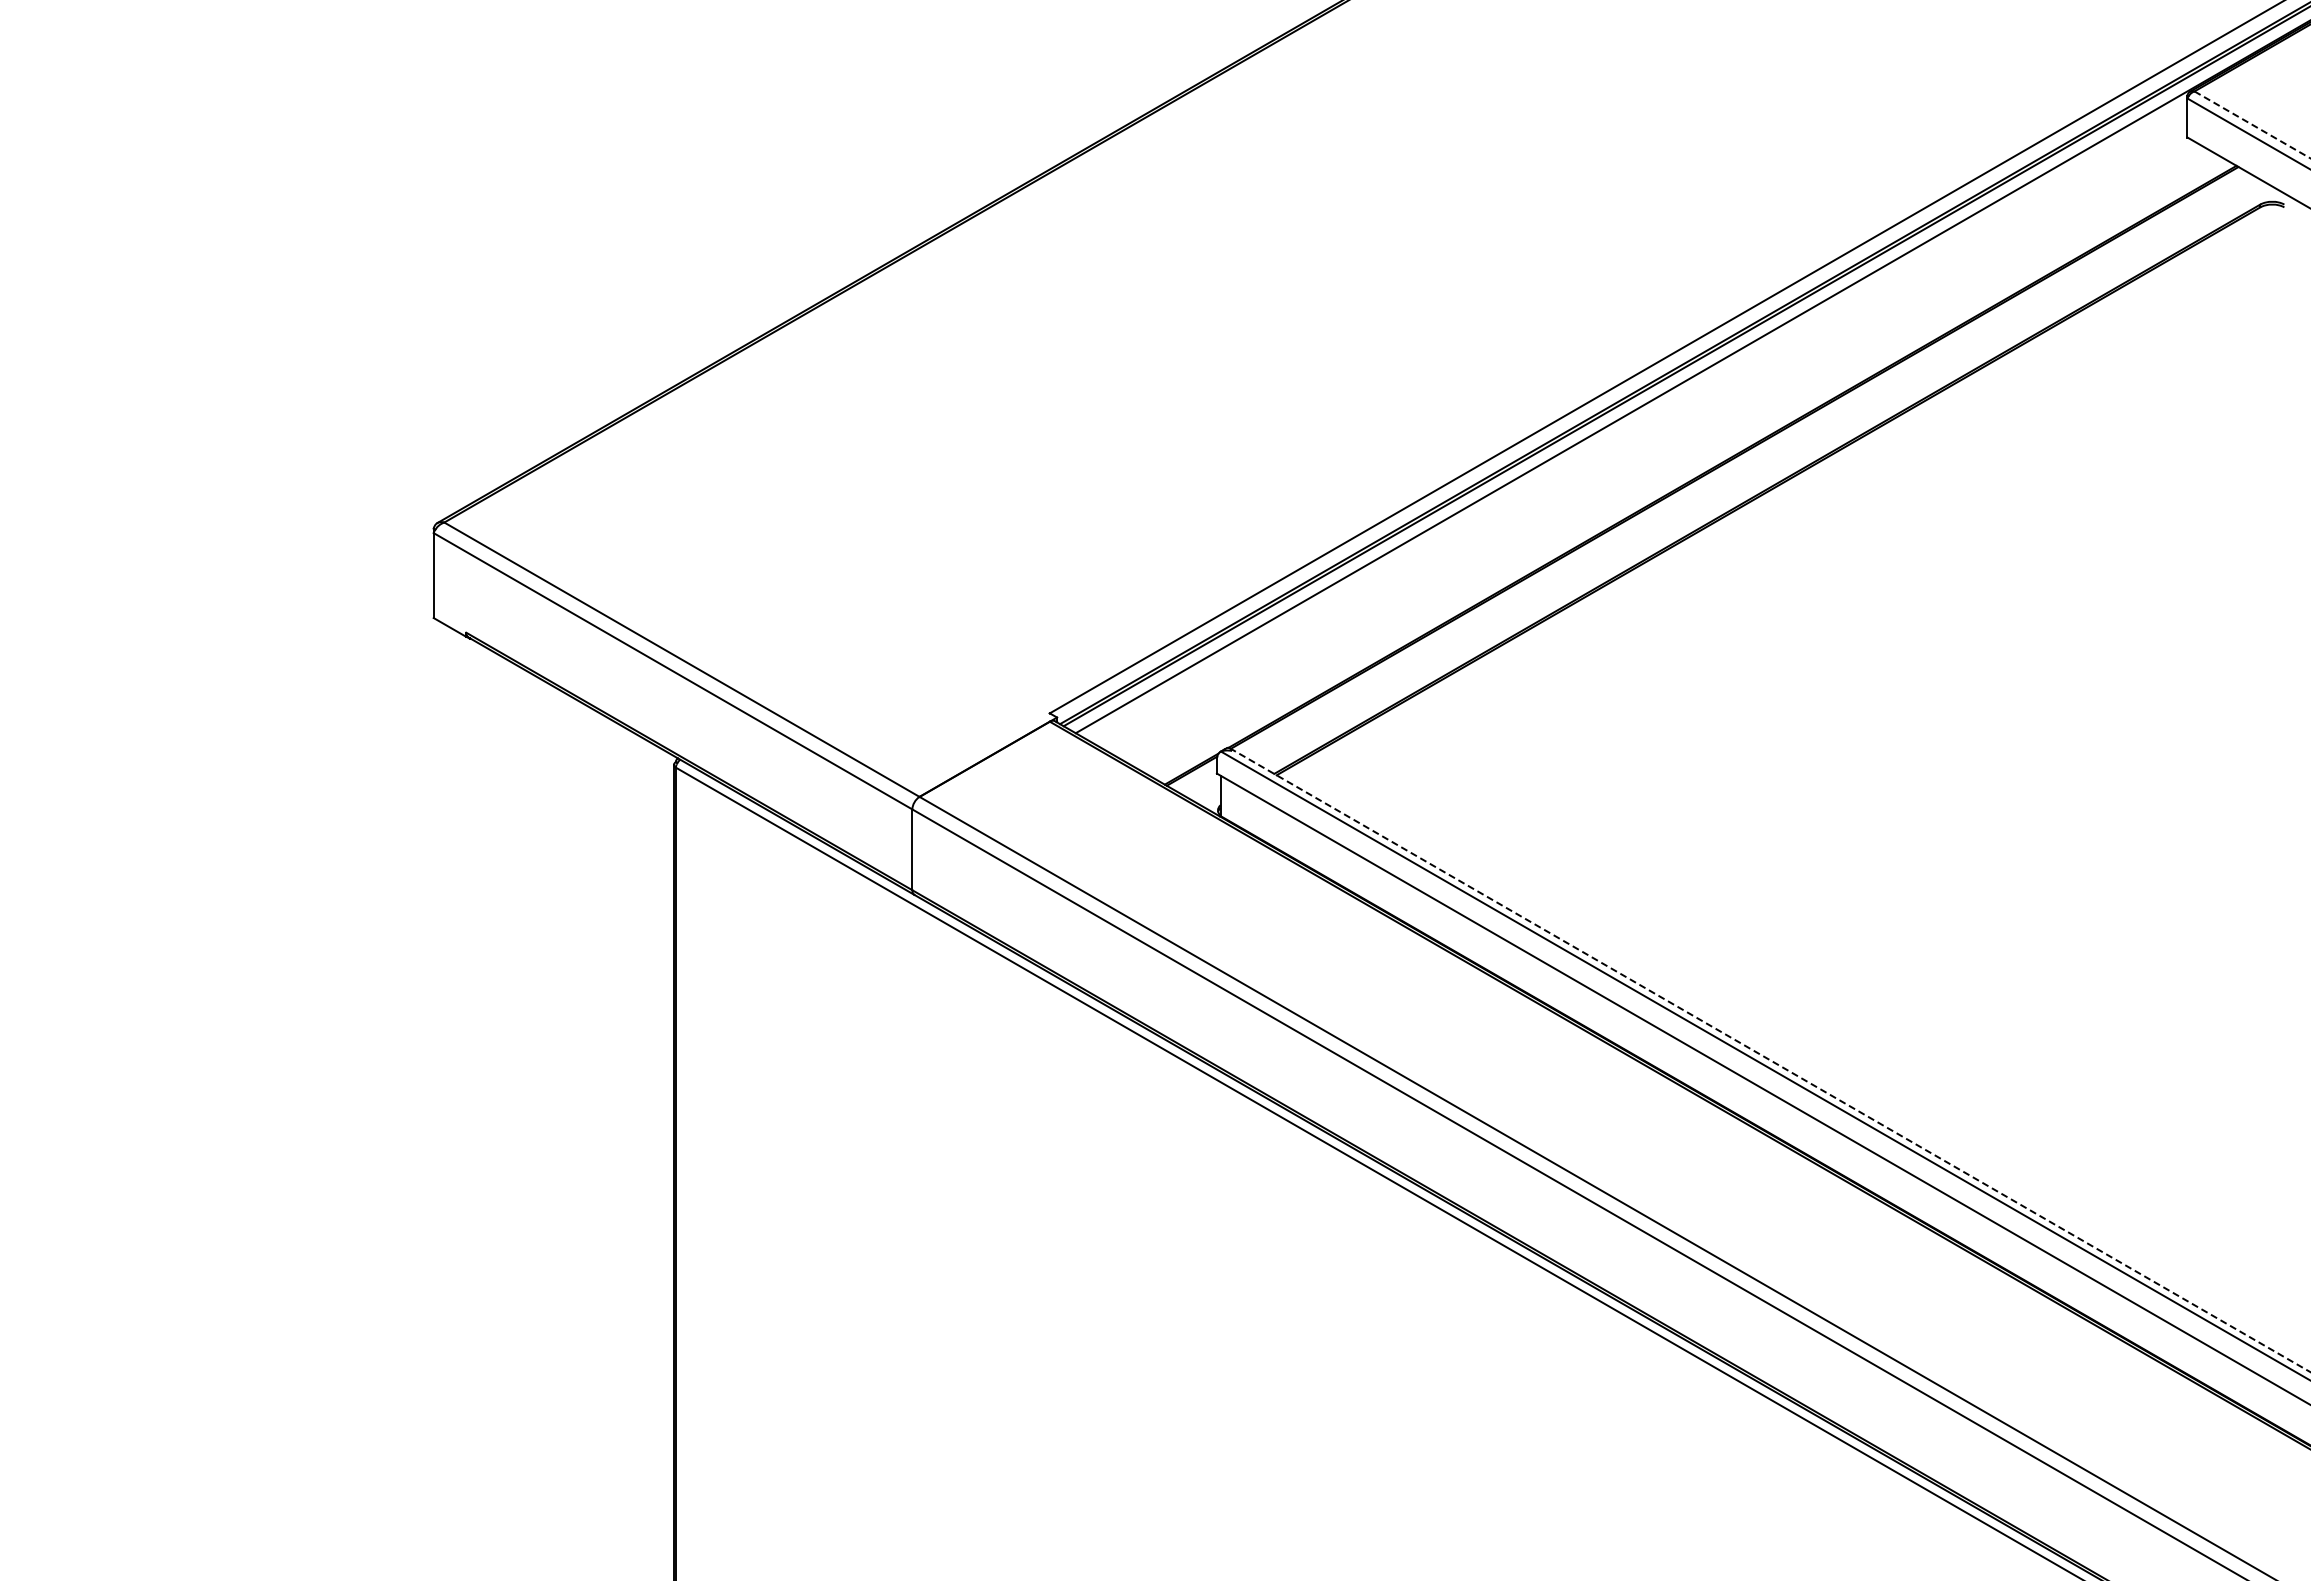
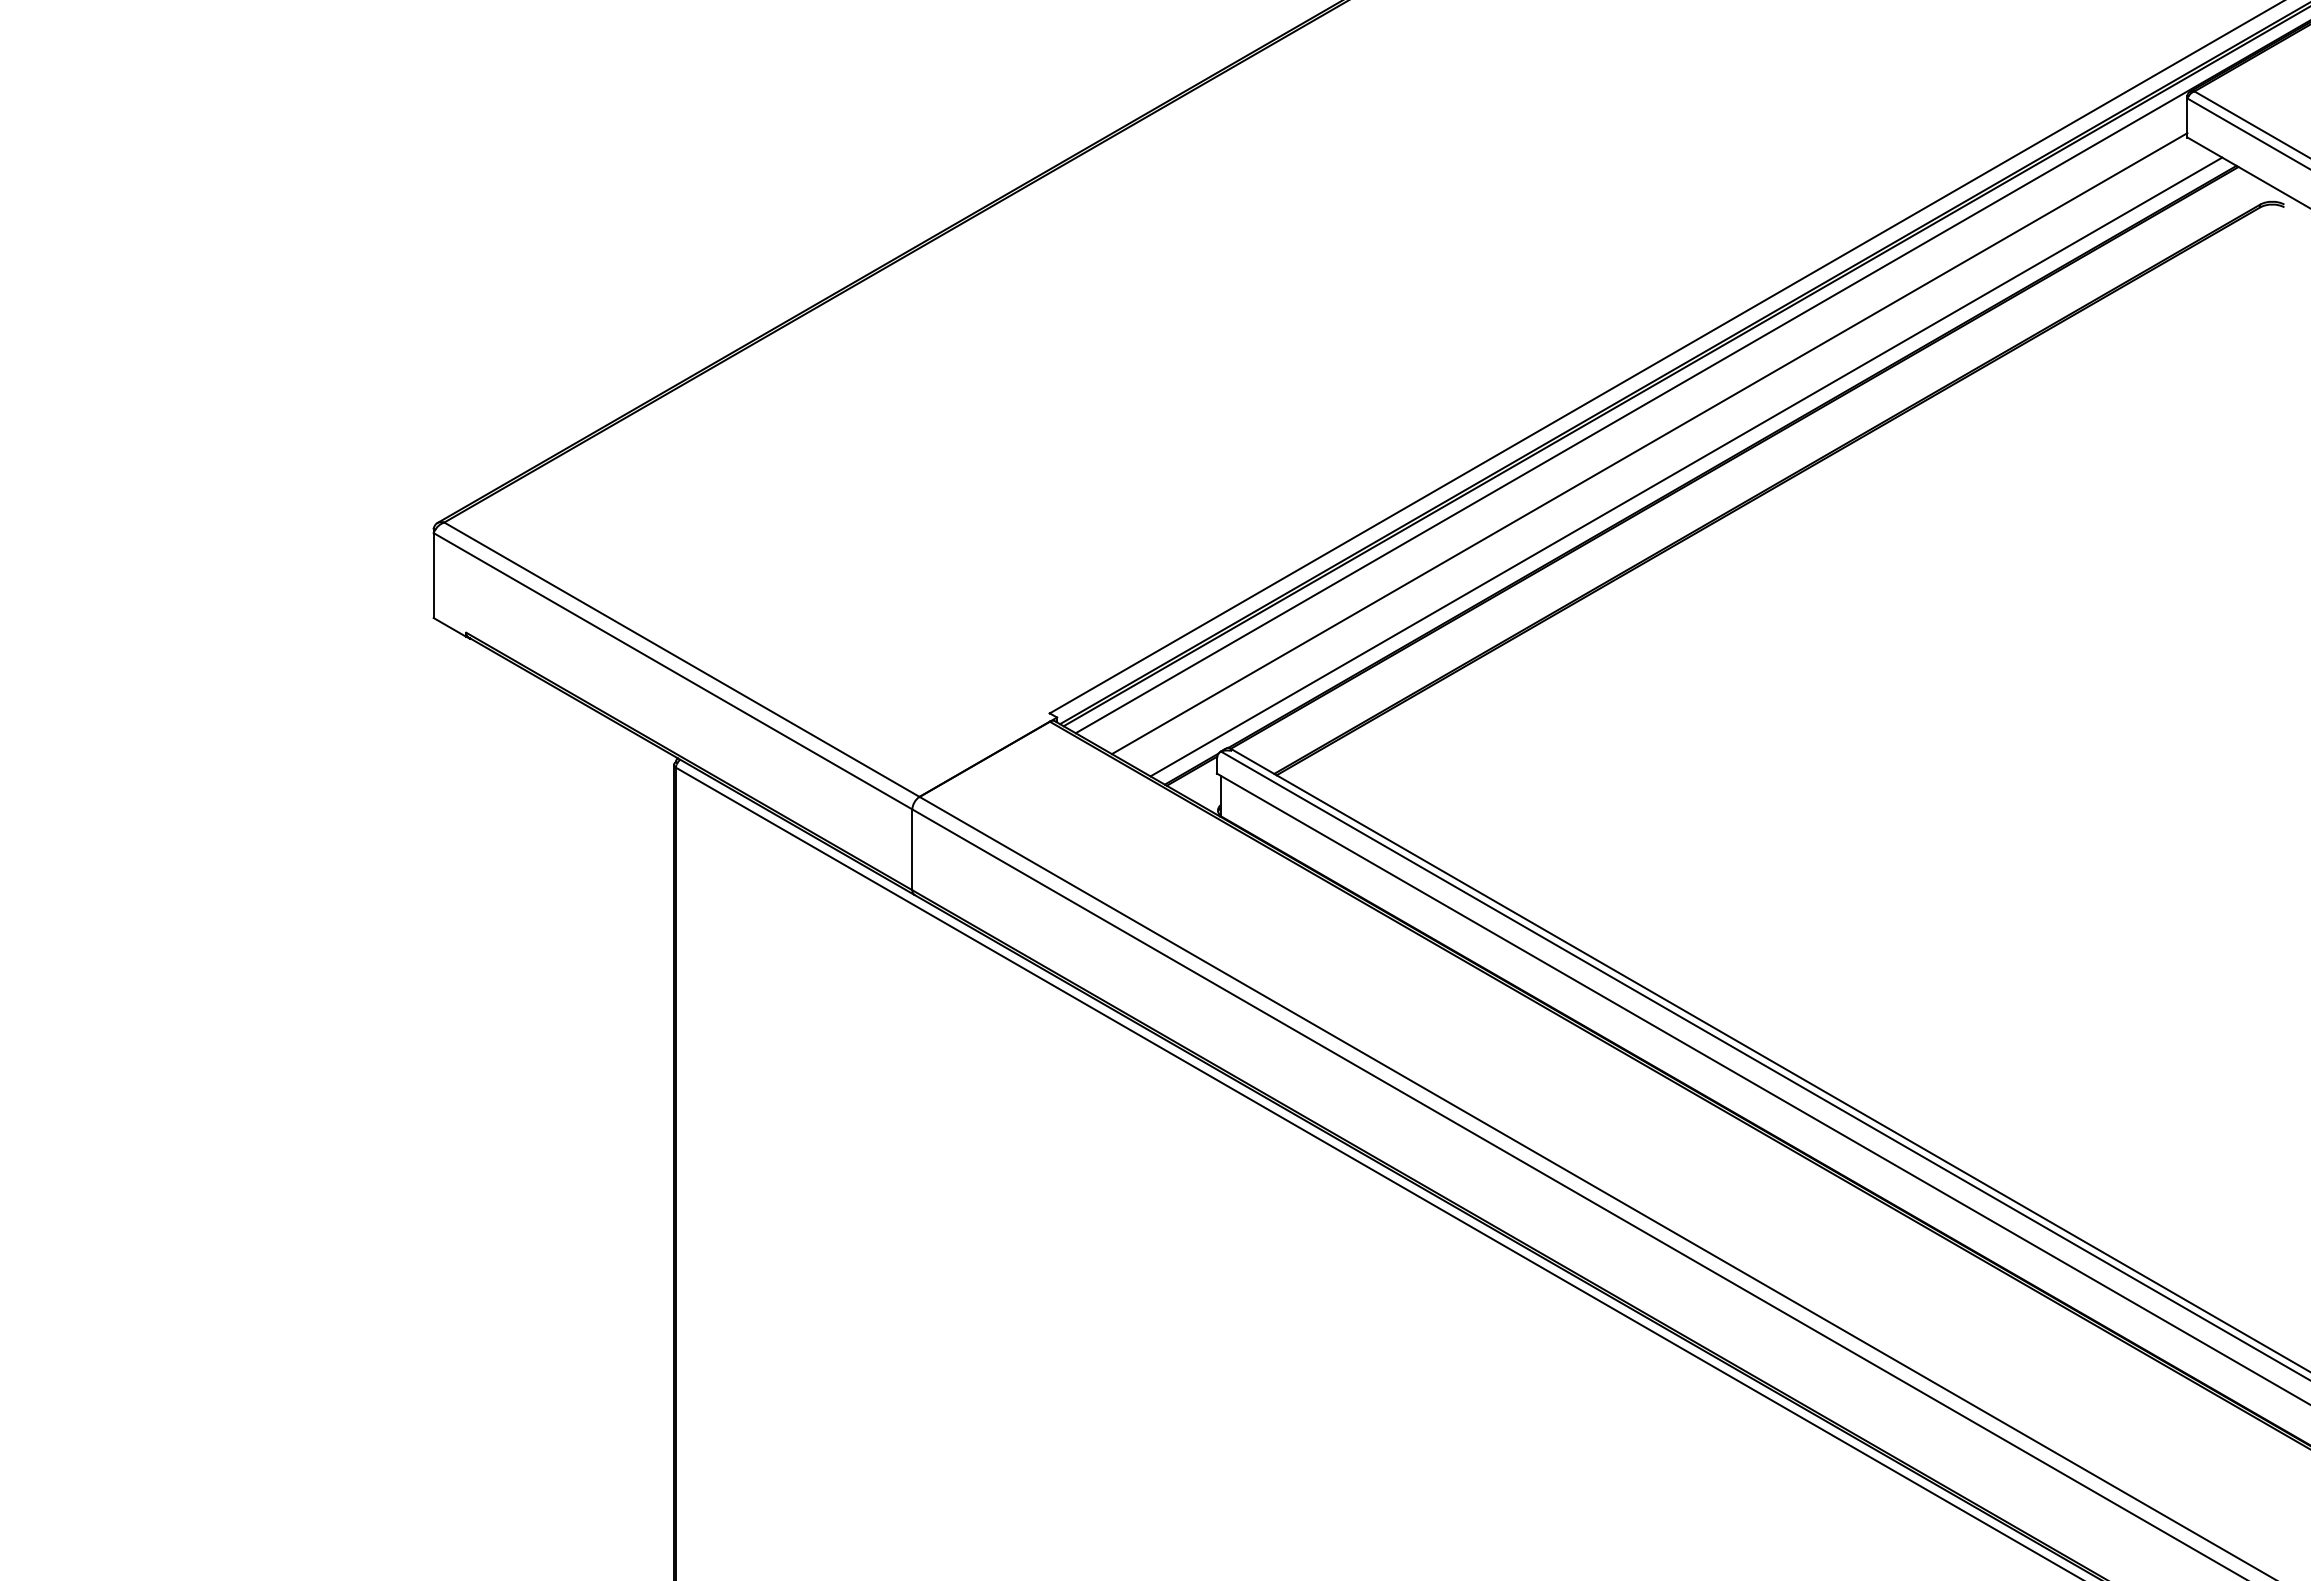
line at (2252, 124): dashed -> solid
line at (1649, 443): none -> present
line at (1686, 466): none -> present
line at (1769, 1059): dashed -> solid
